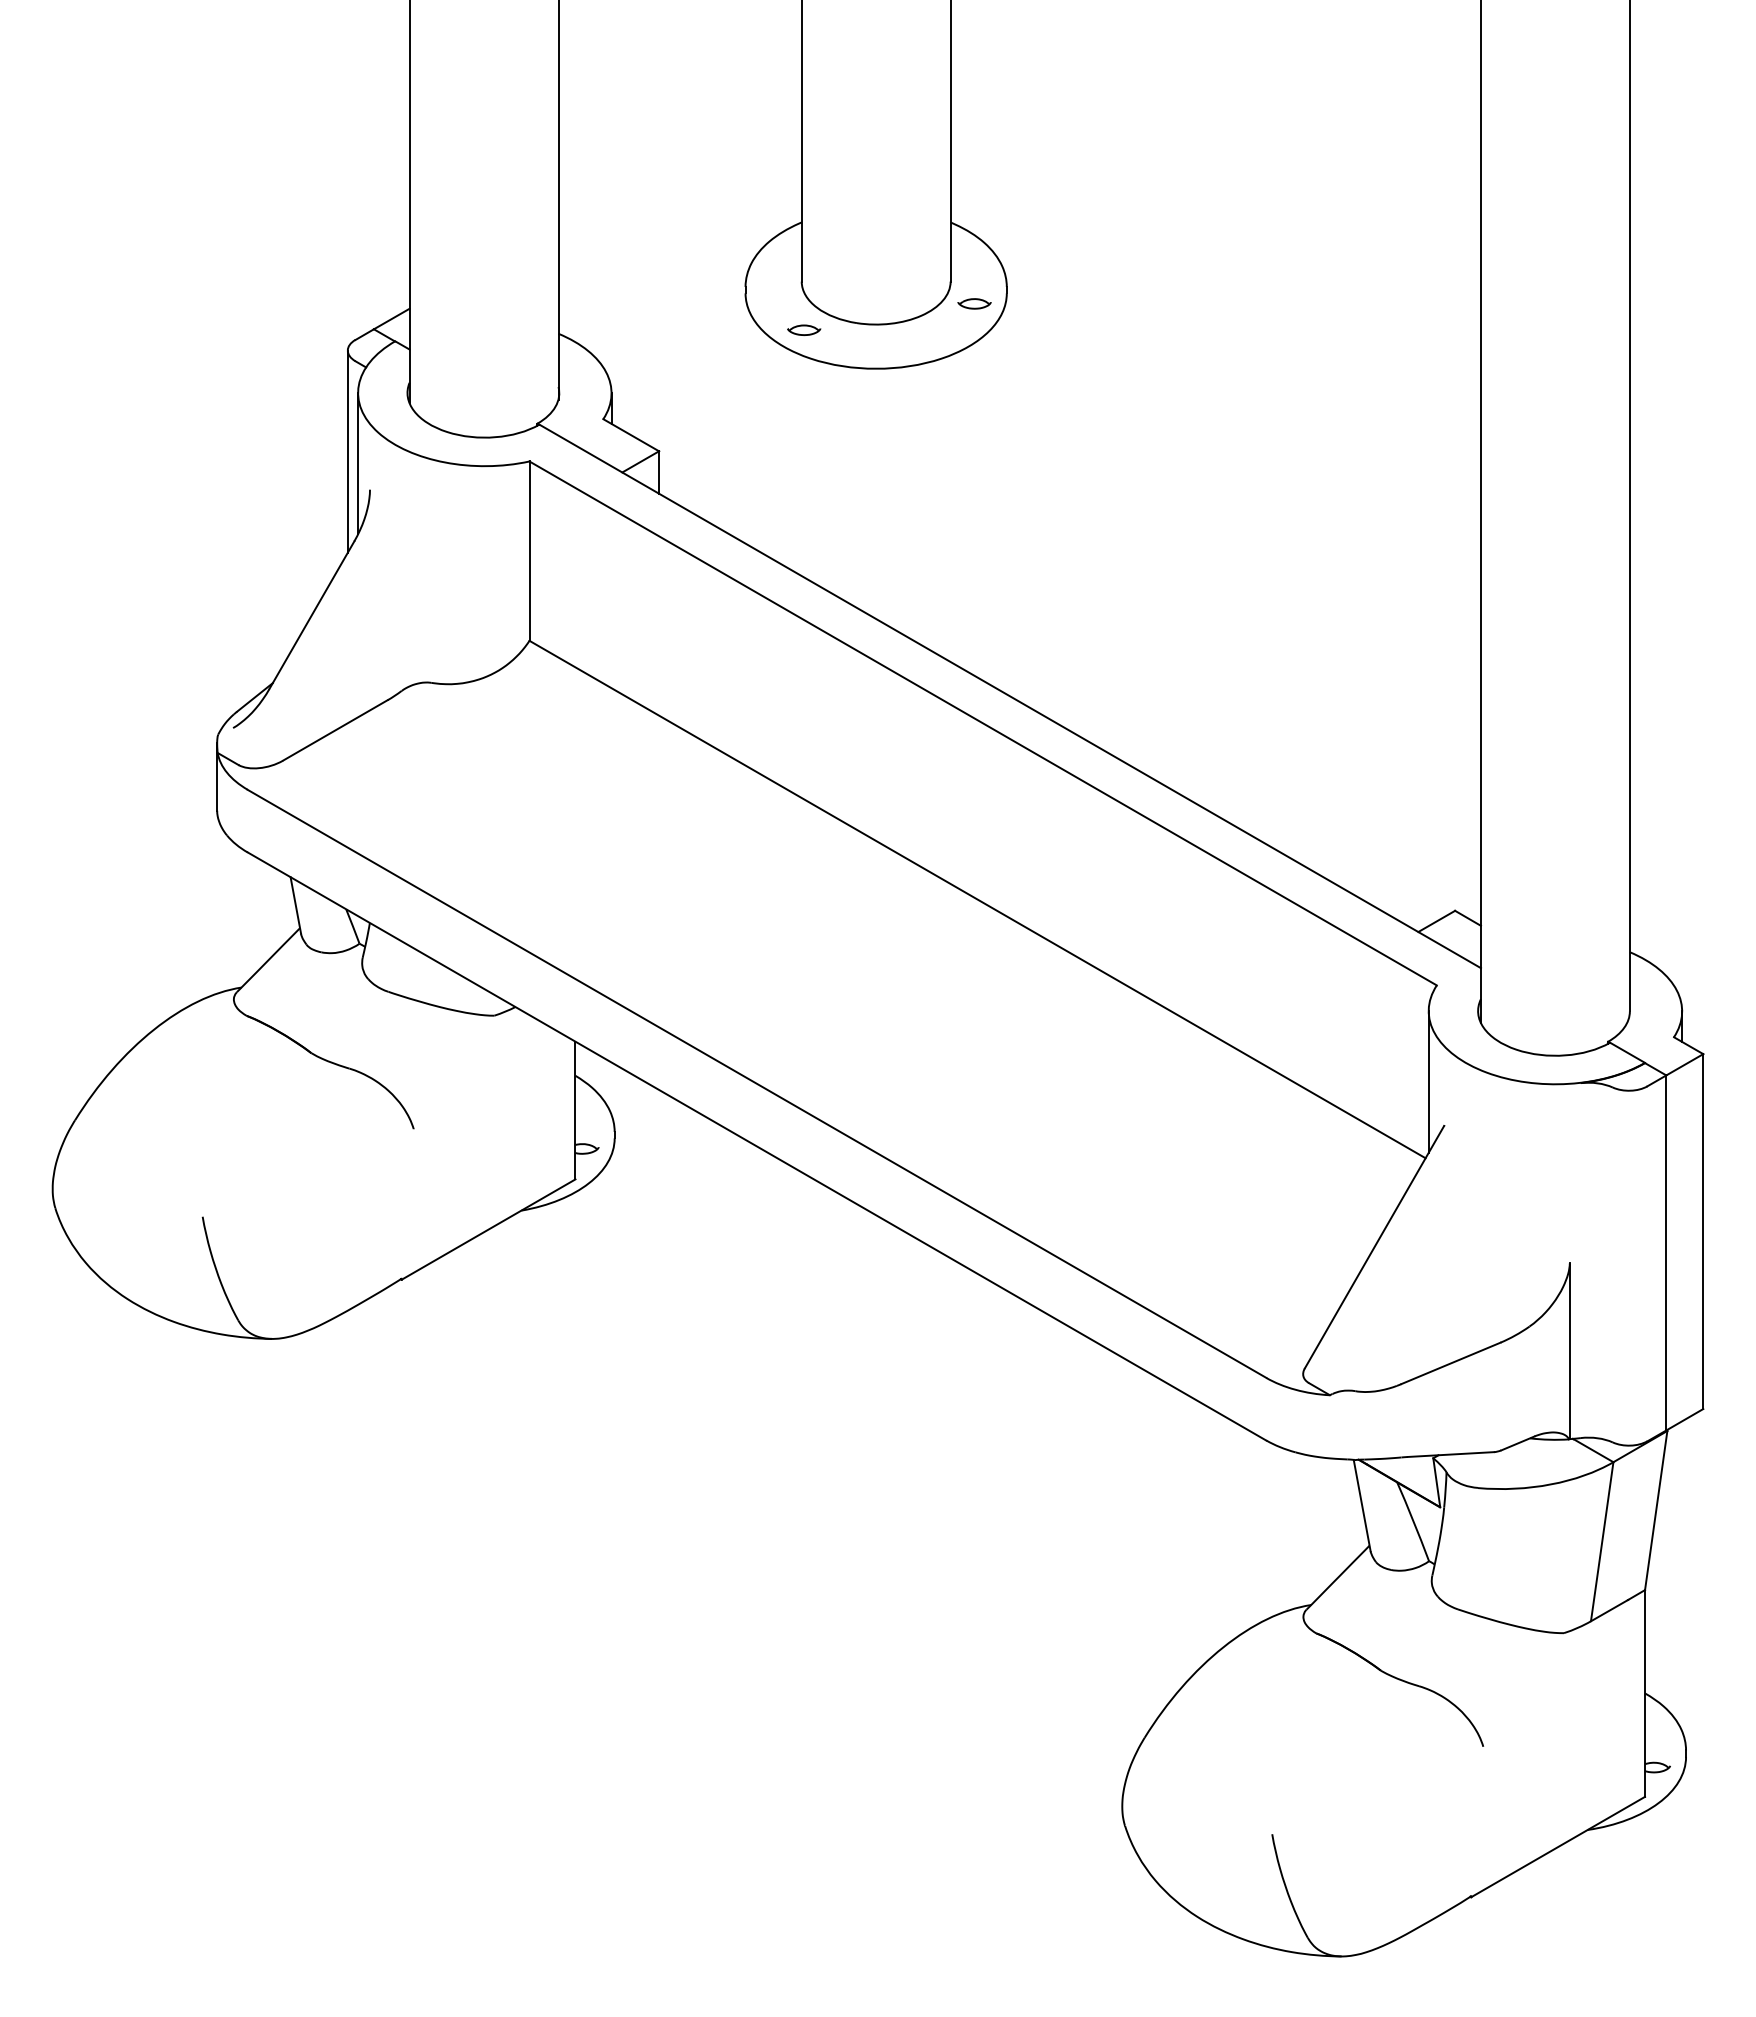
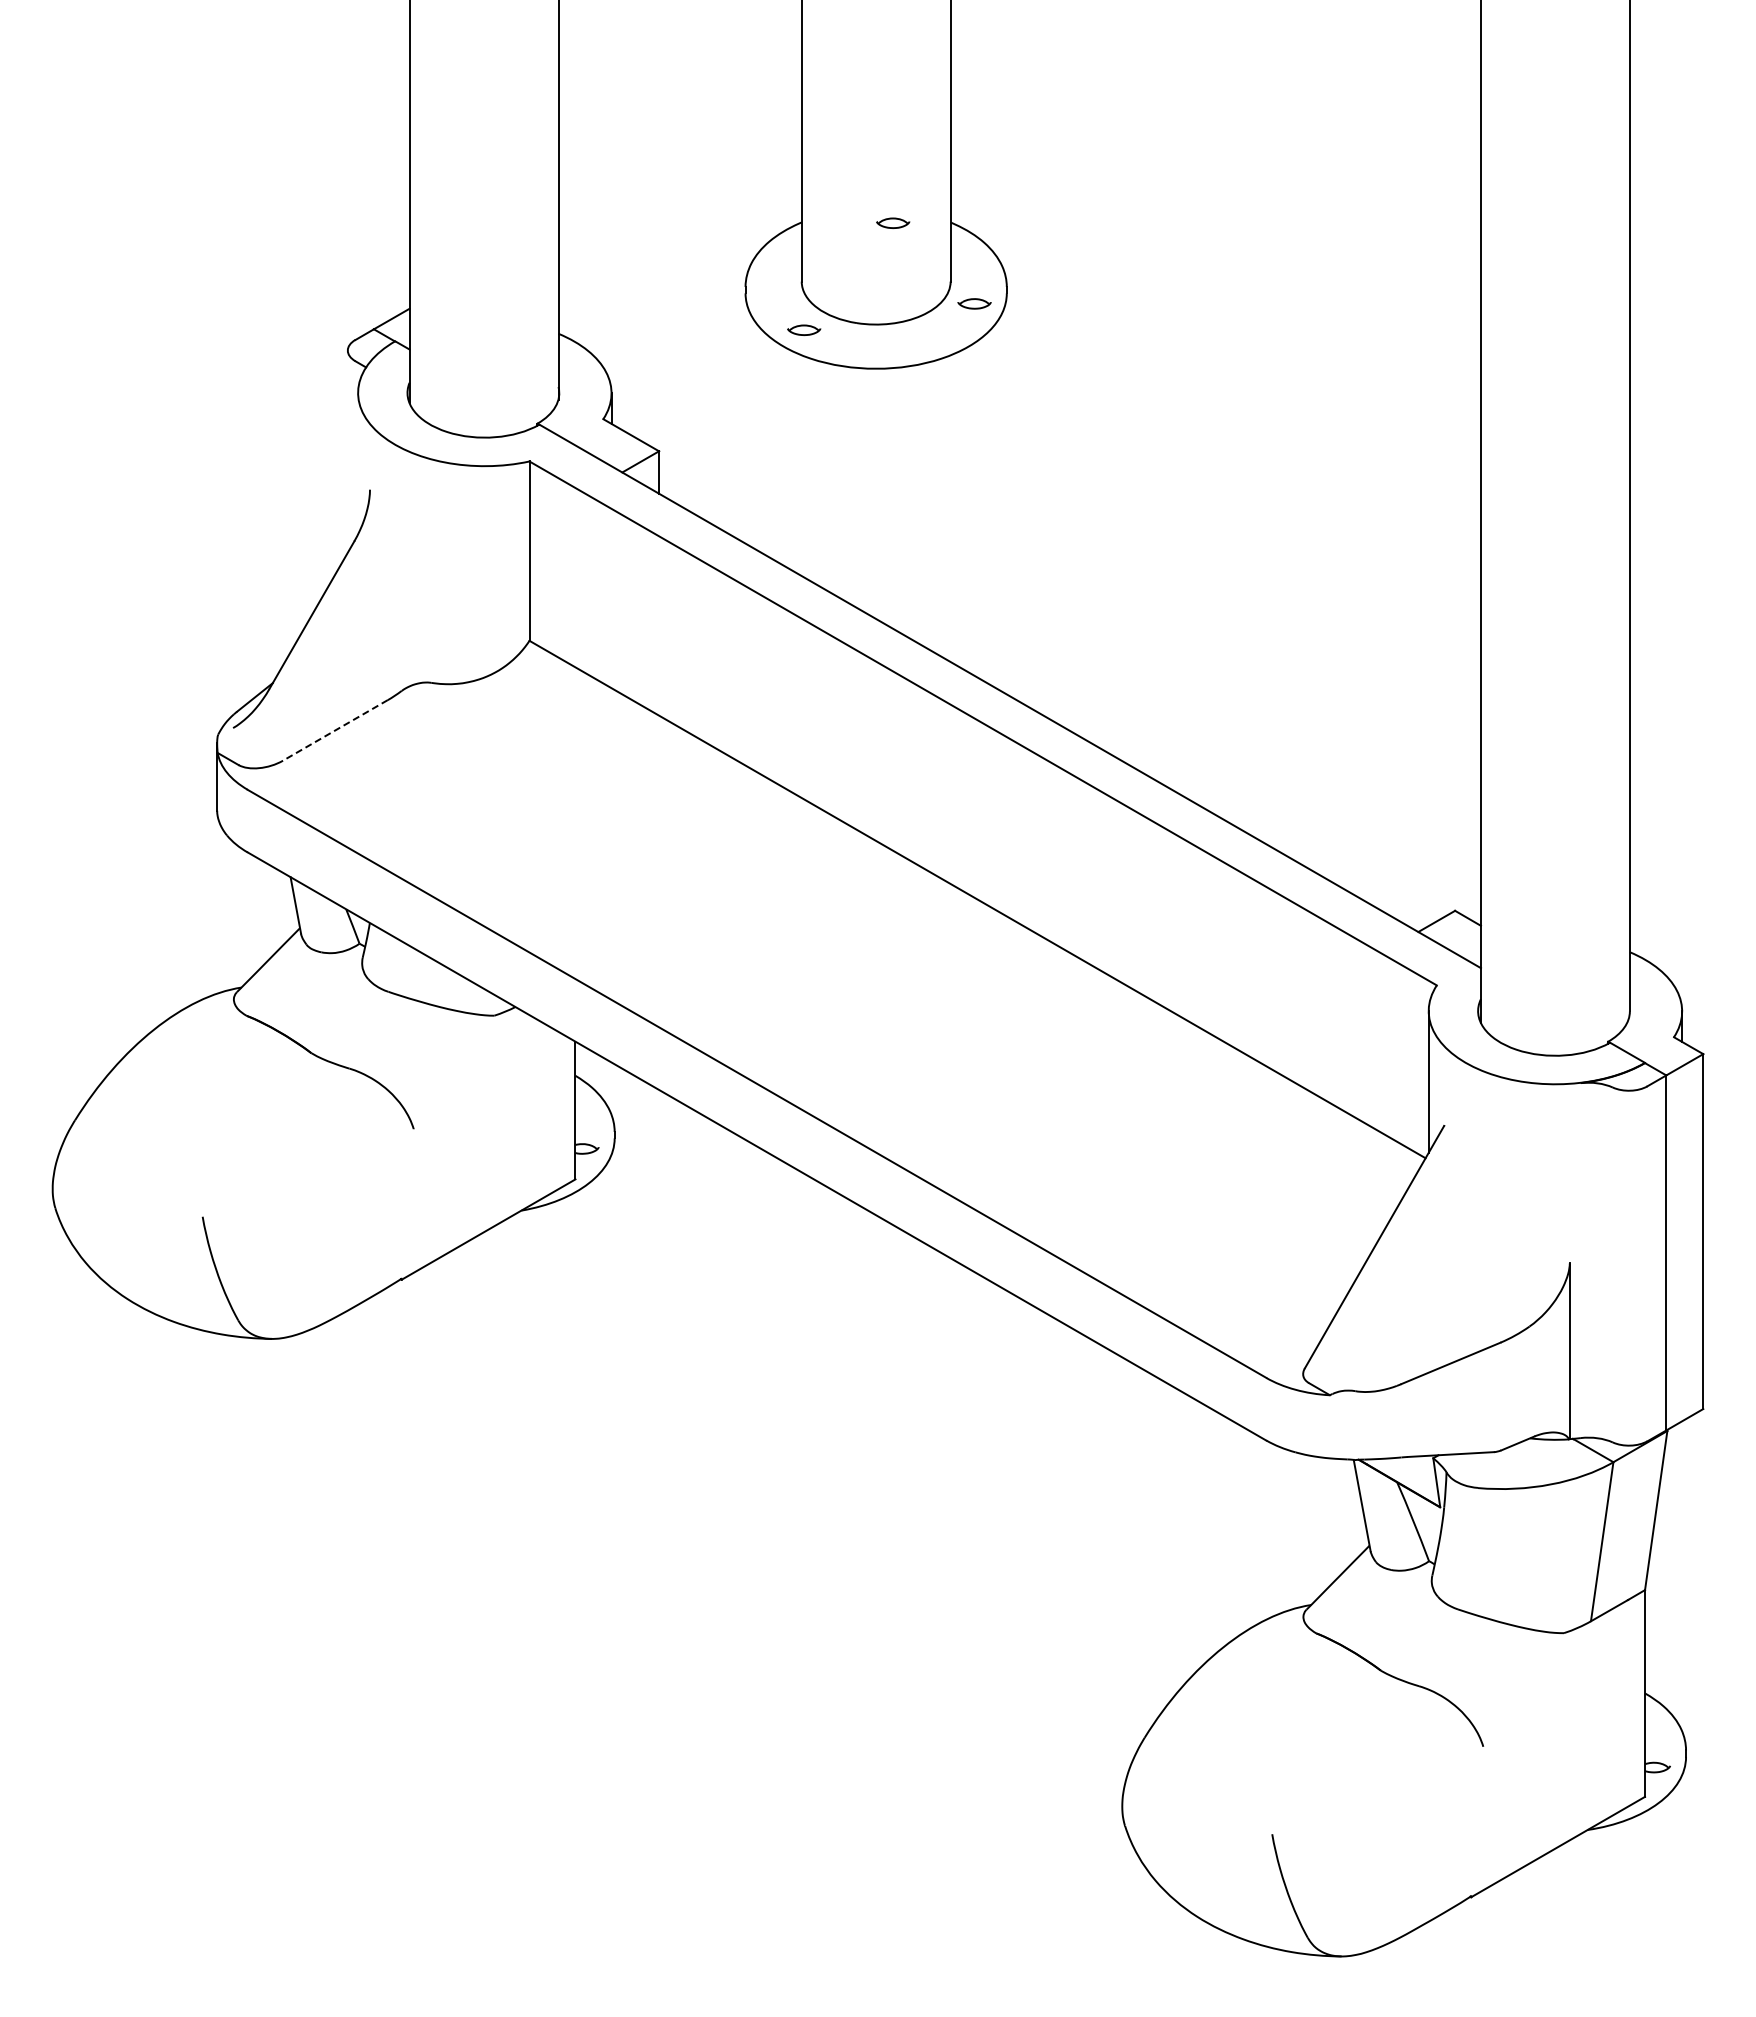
part at (893, 222): none -> present
line at (347, 451): present -> none
line at (358, 463): present -> none
line at (335, 730): solid -> dashed
